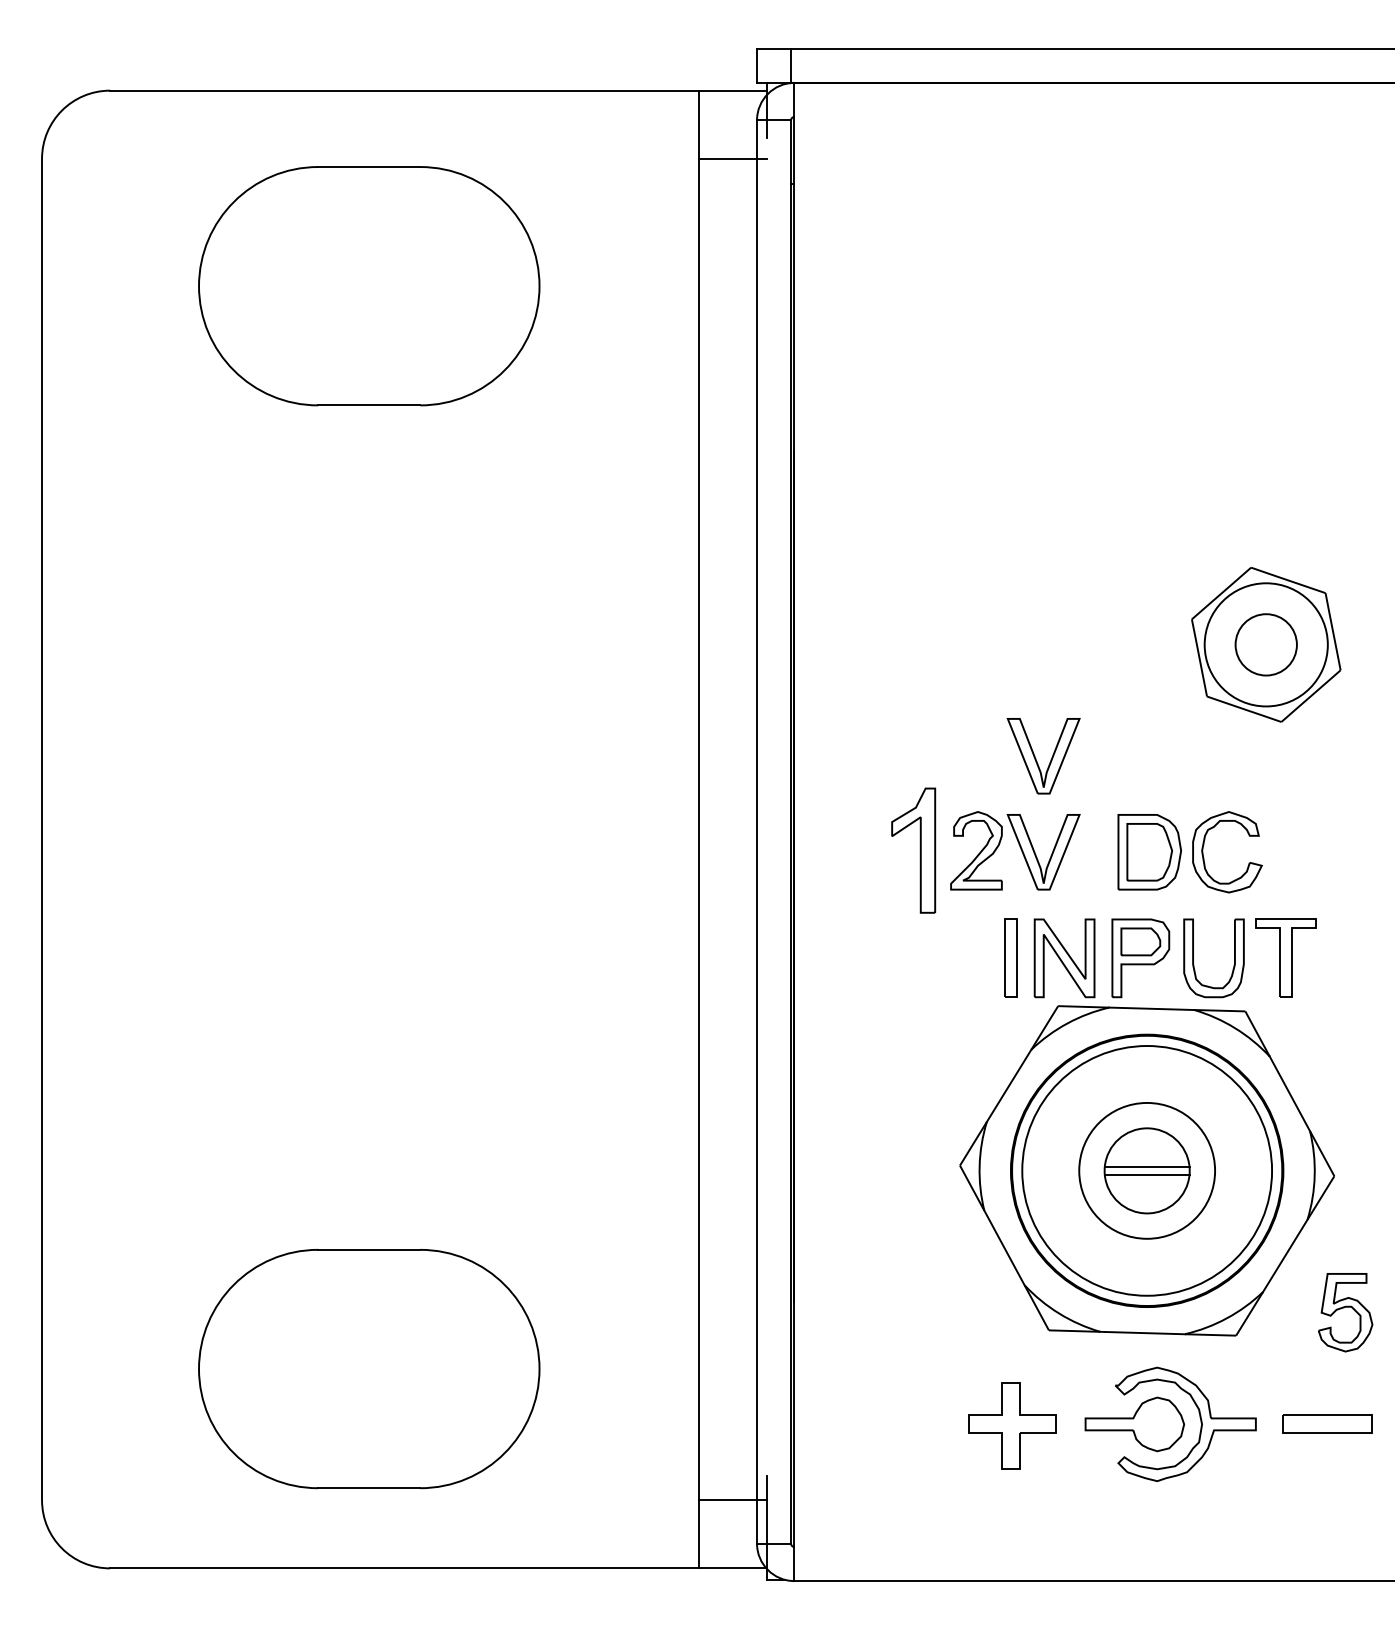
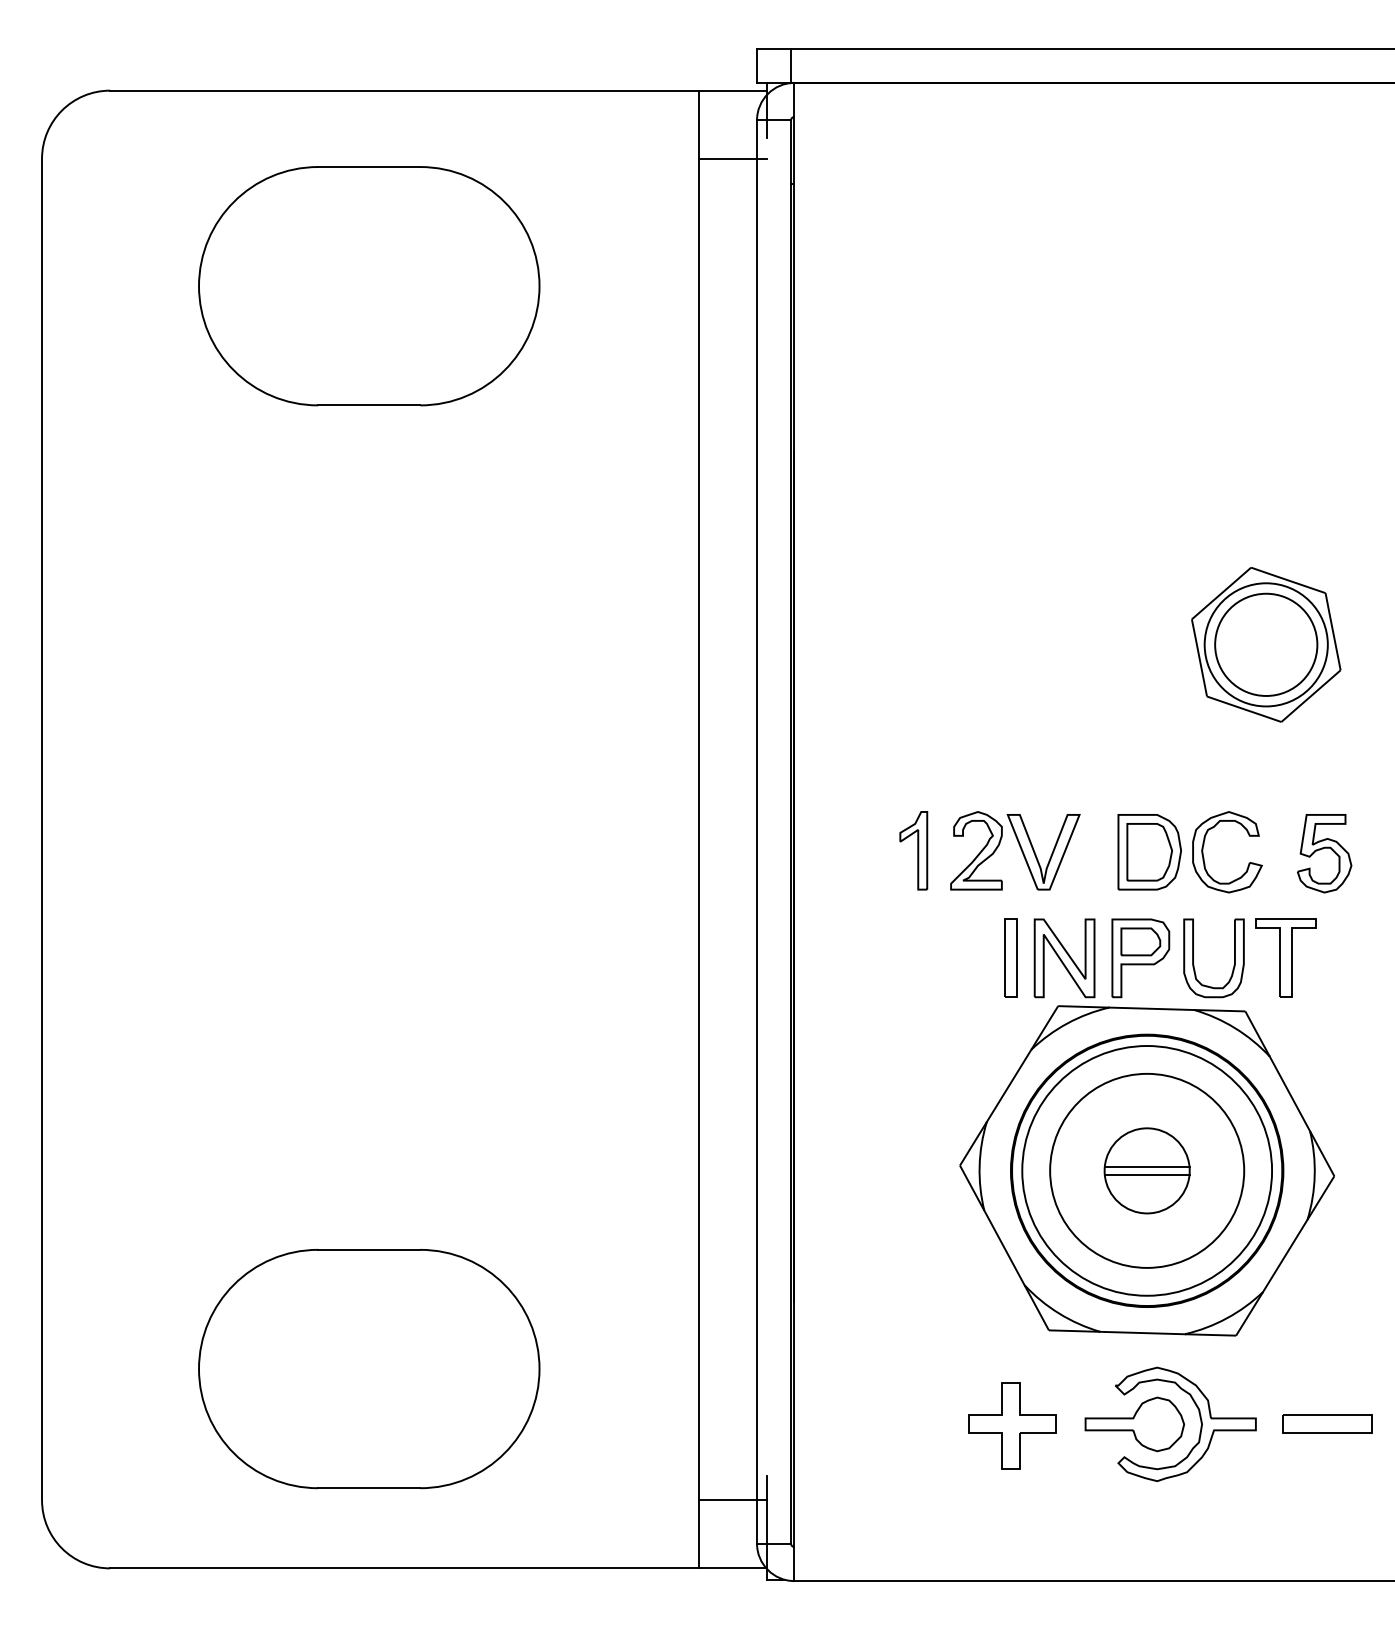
circle at (1265, 644) diameter: 61 px -> 102 px
part at (1036, 758): present -> none
part at (913, 850) size: 46x127 px -> 30x80 px
circle at (1147, 1170) diameter: 136 px -> 194 px
part at (1345, 1312) position: (1345, 1312) -> (1324, 853)
